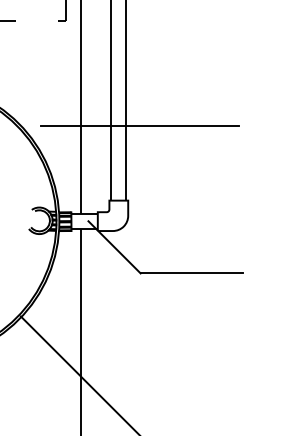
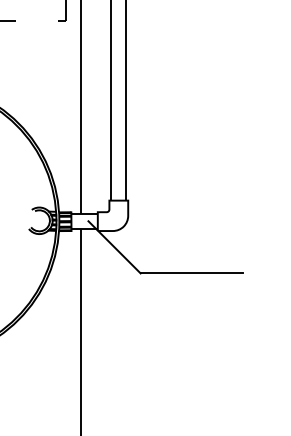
line at (139, 126): present -> none
line at (78, 374): present -> none
